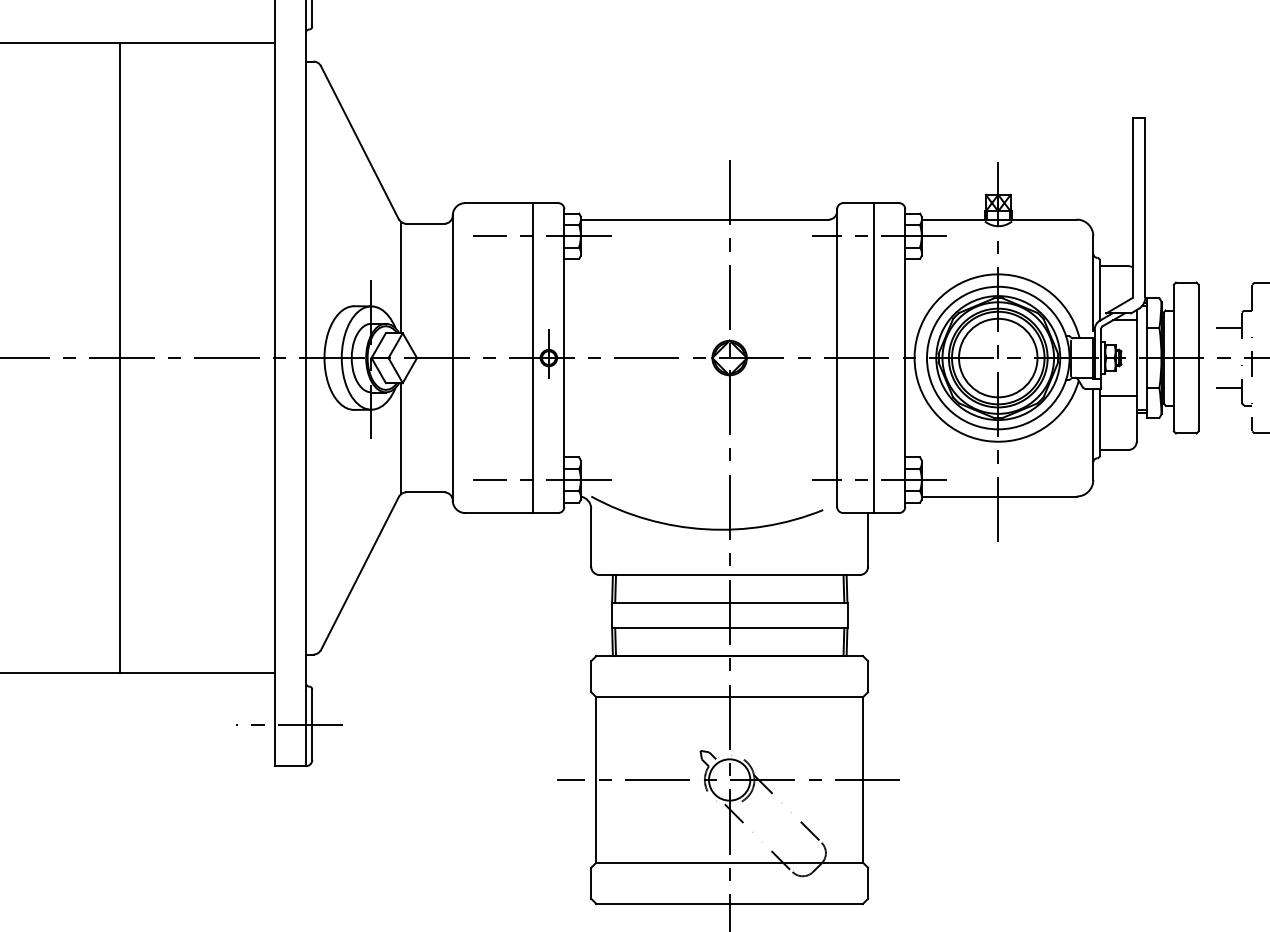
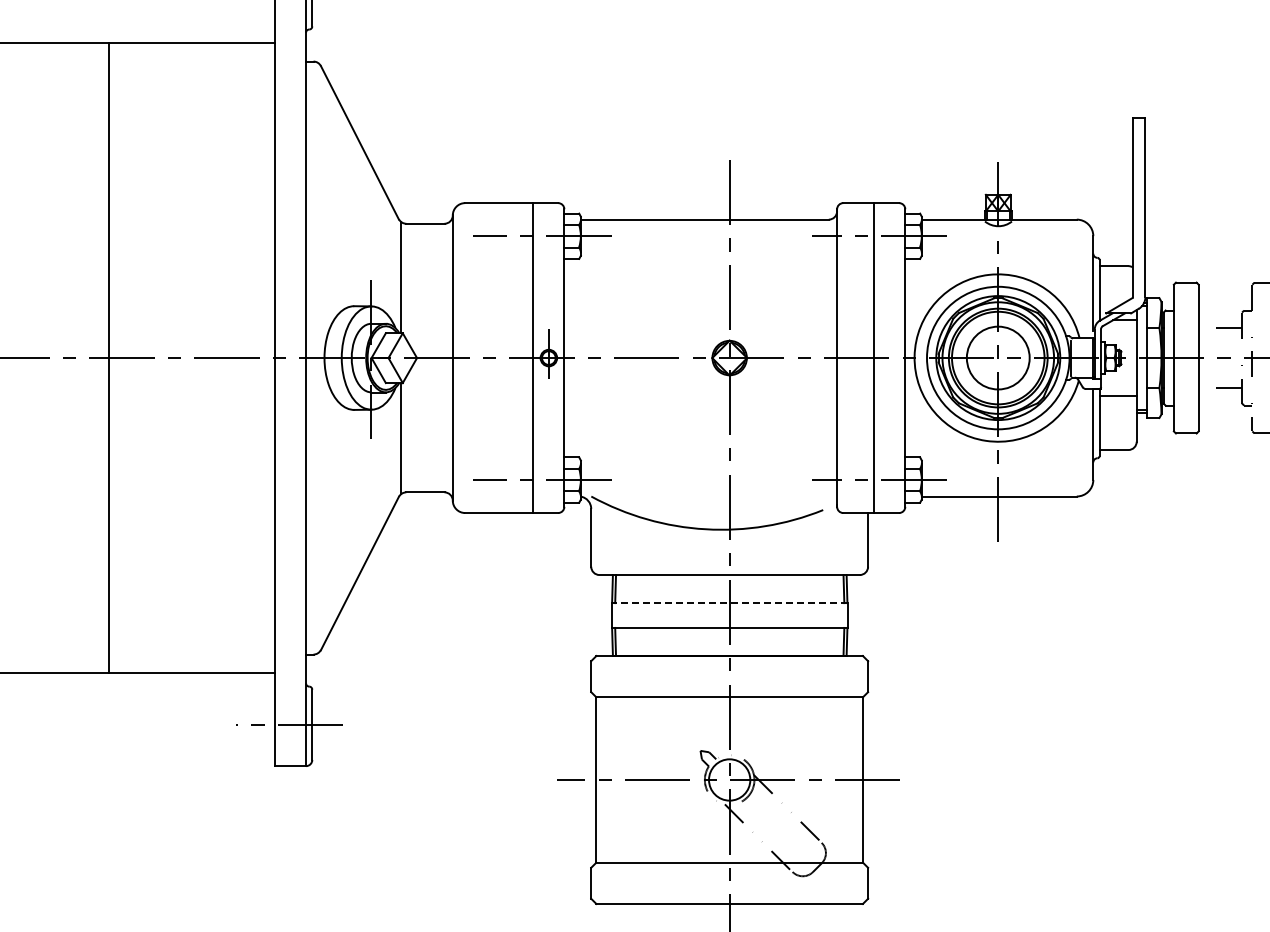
line at (120, 357) position: (120, 357) -> (109, 357)
circle at (998, 357) diameter: 79 px -> 63 px
line at (729, 603): solid -> dashed
